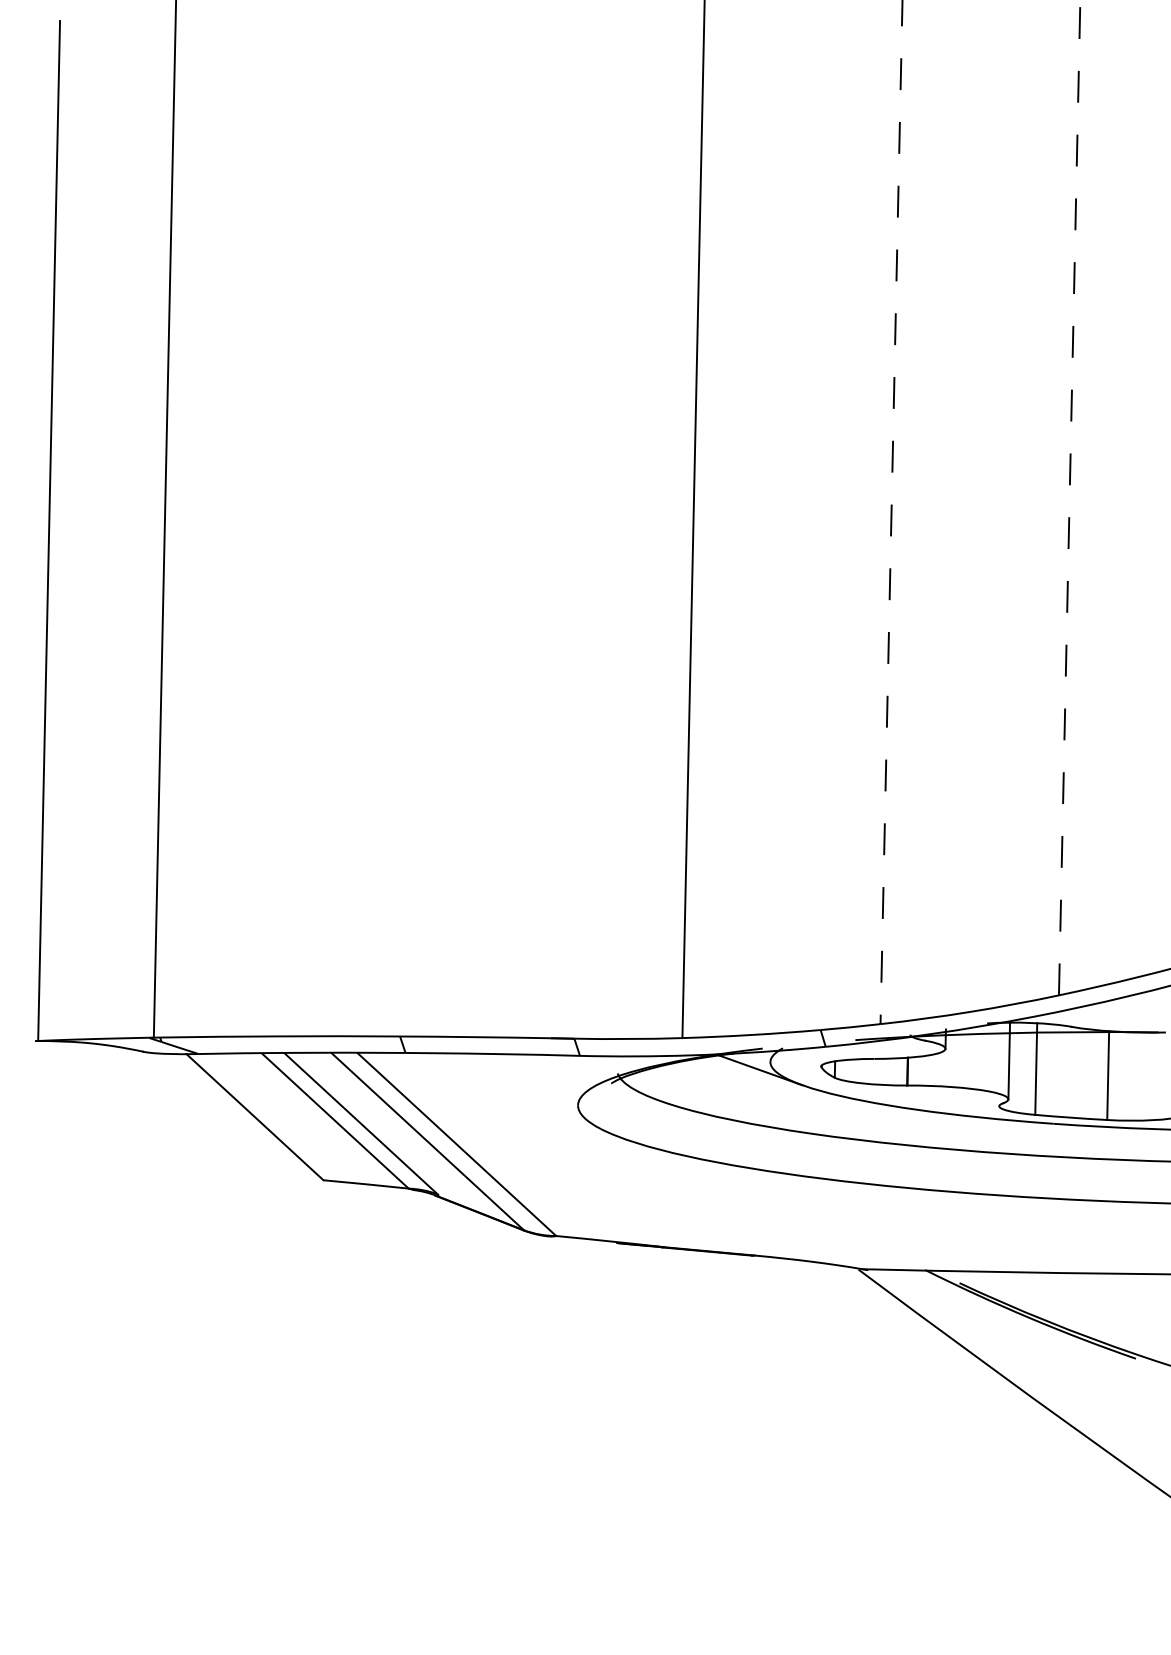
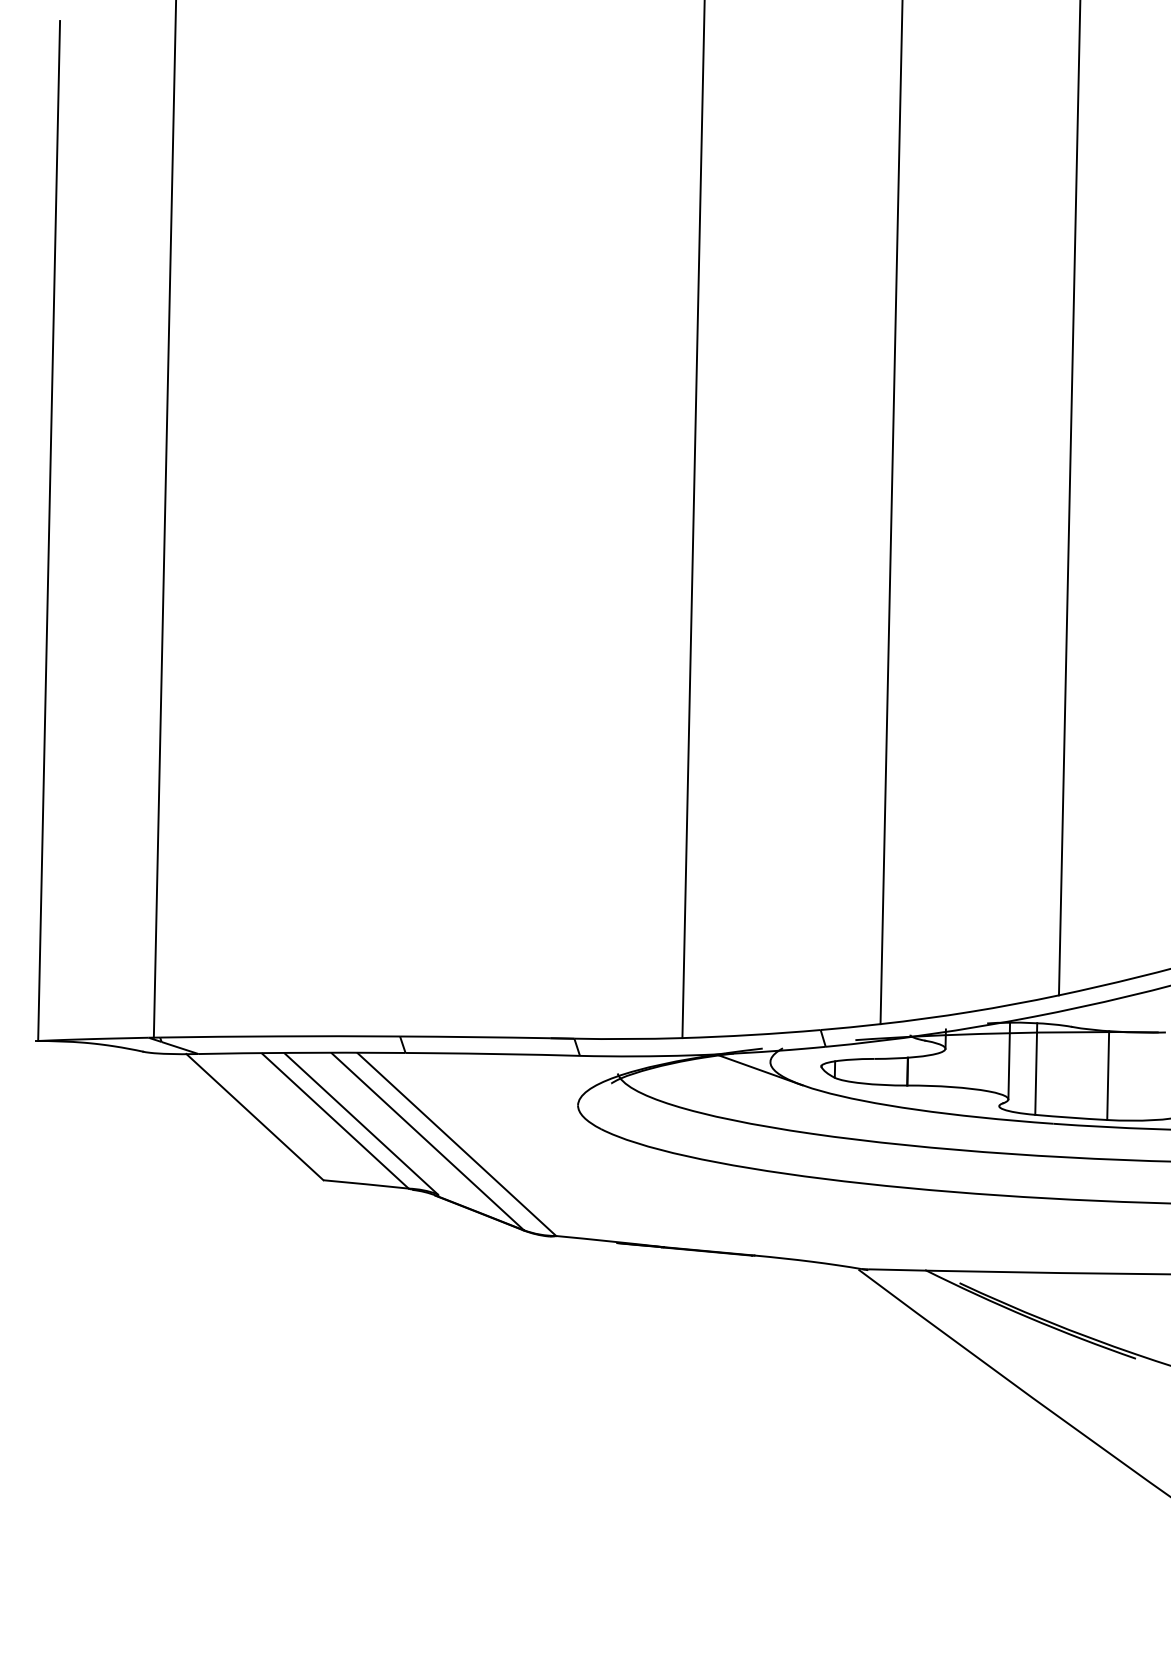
line at (1069, 497): dashed -> solid
line at (891, 512): dashed -> solid
